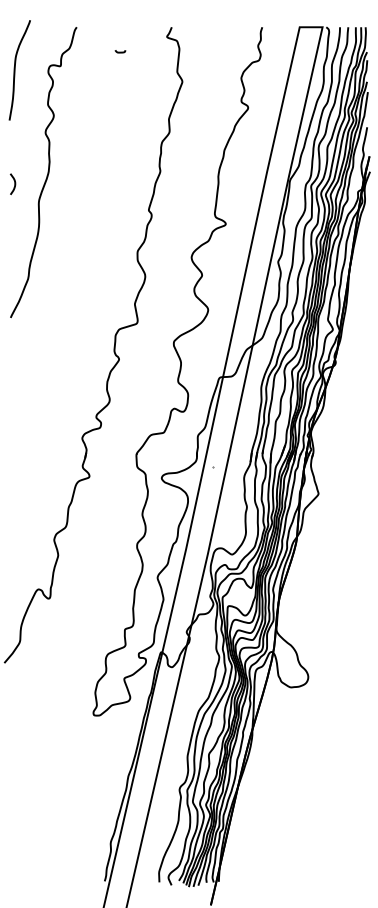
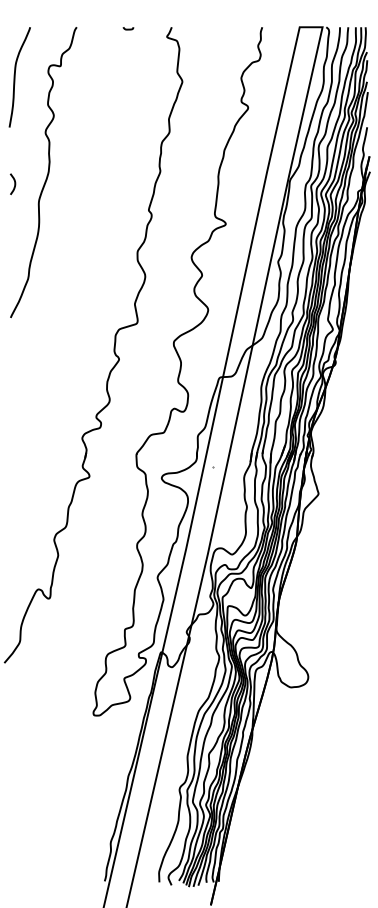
curve at (120, 51) position: (120, 51) -> (128, 28)
curve at (15, 70) position: (15, 70) -> (15, 77)
